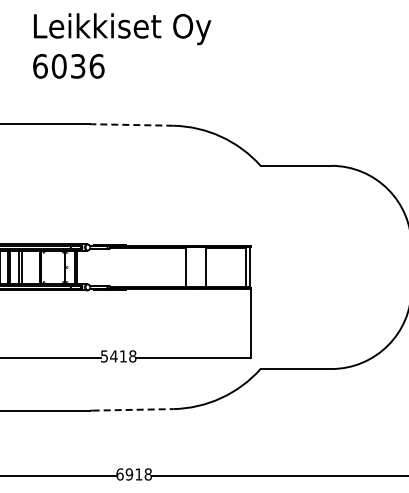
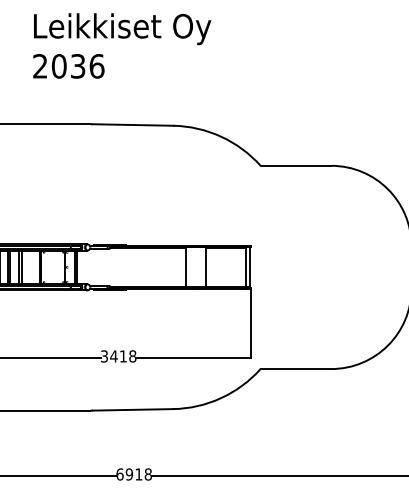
text at (40, 66): 6036 -> 2036
line at (132, 125): dashed -> solid
text at (104, 355): 5418 -> 3418
line at (133, 409): dashed -> solid
